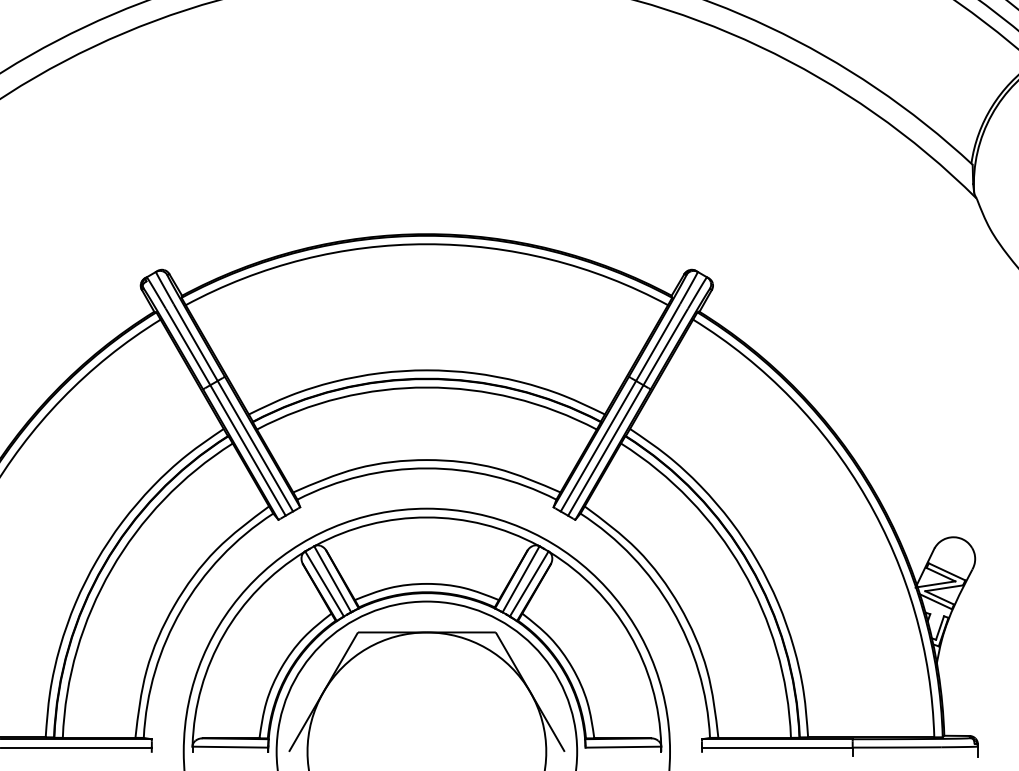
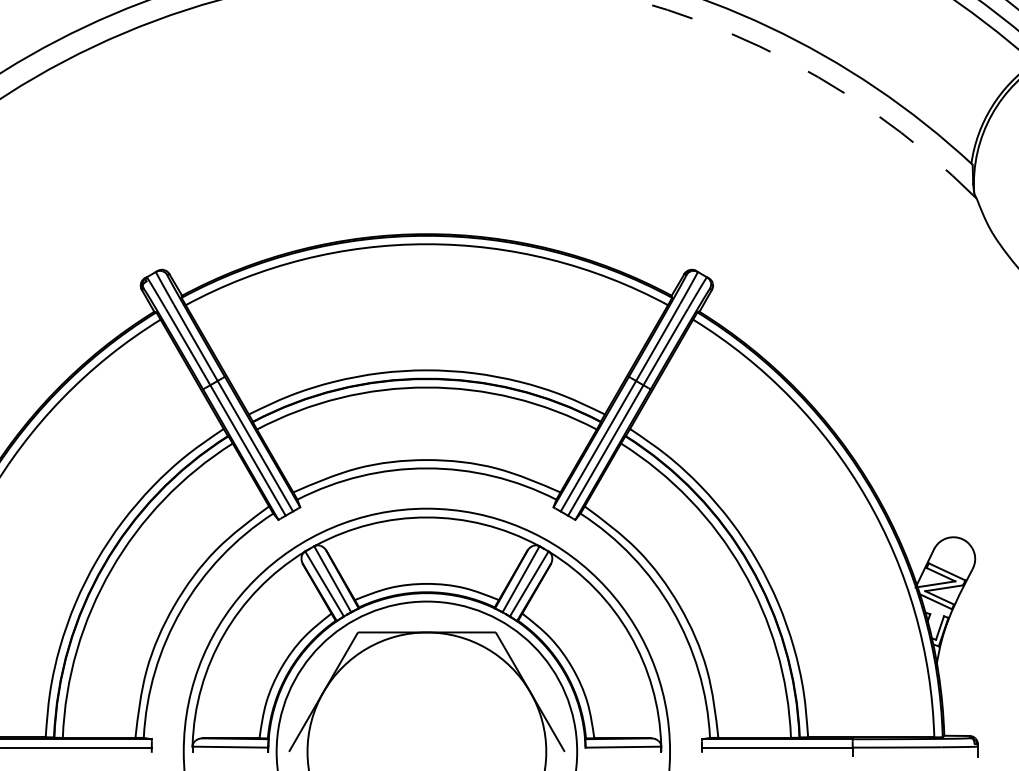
arc at (817, 76): solid -> dashed
